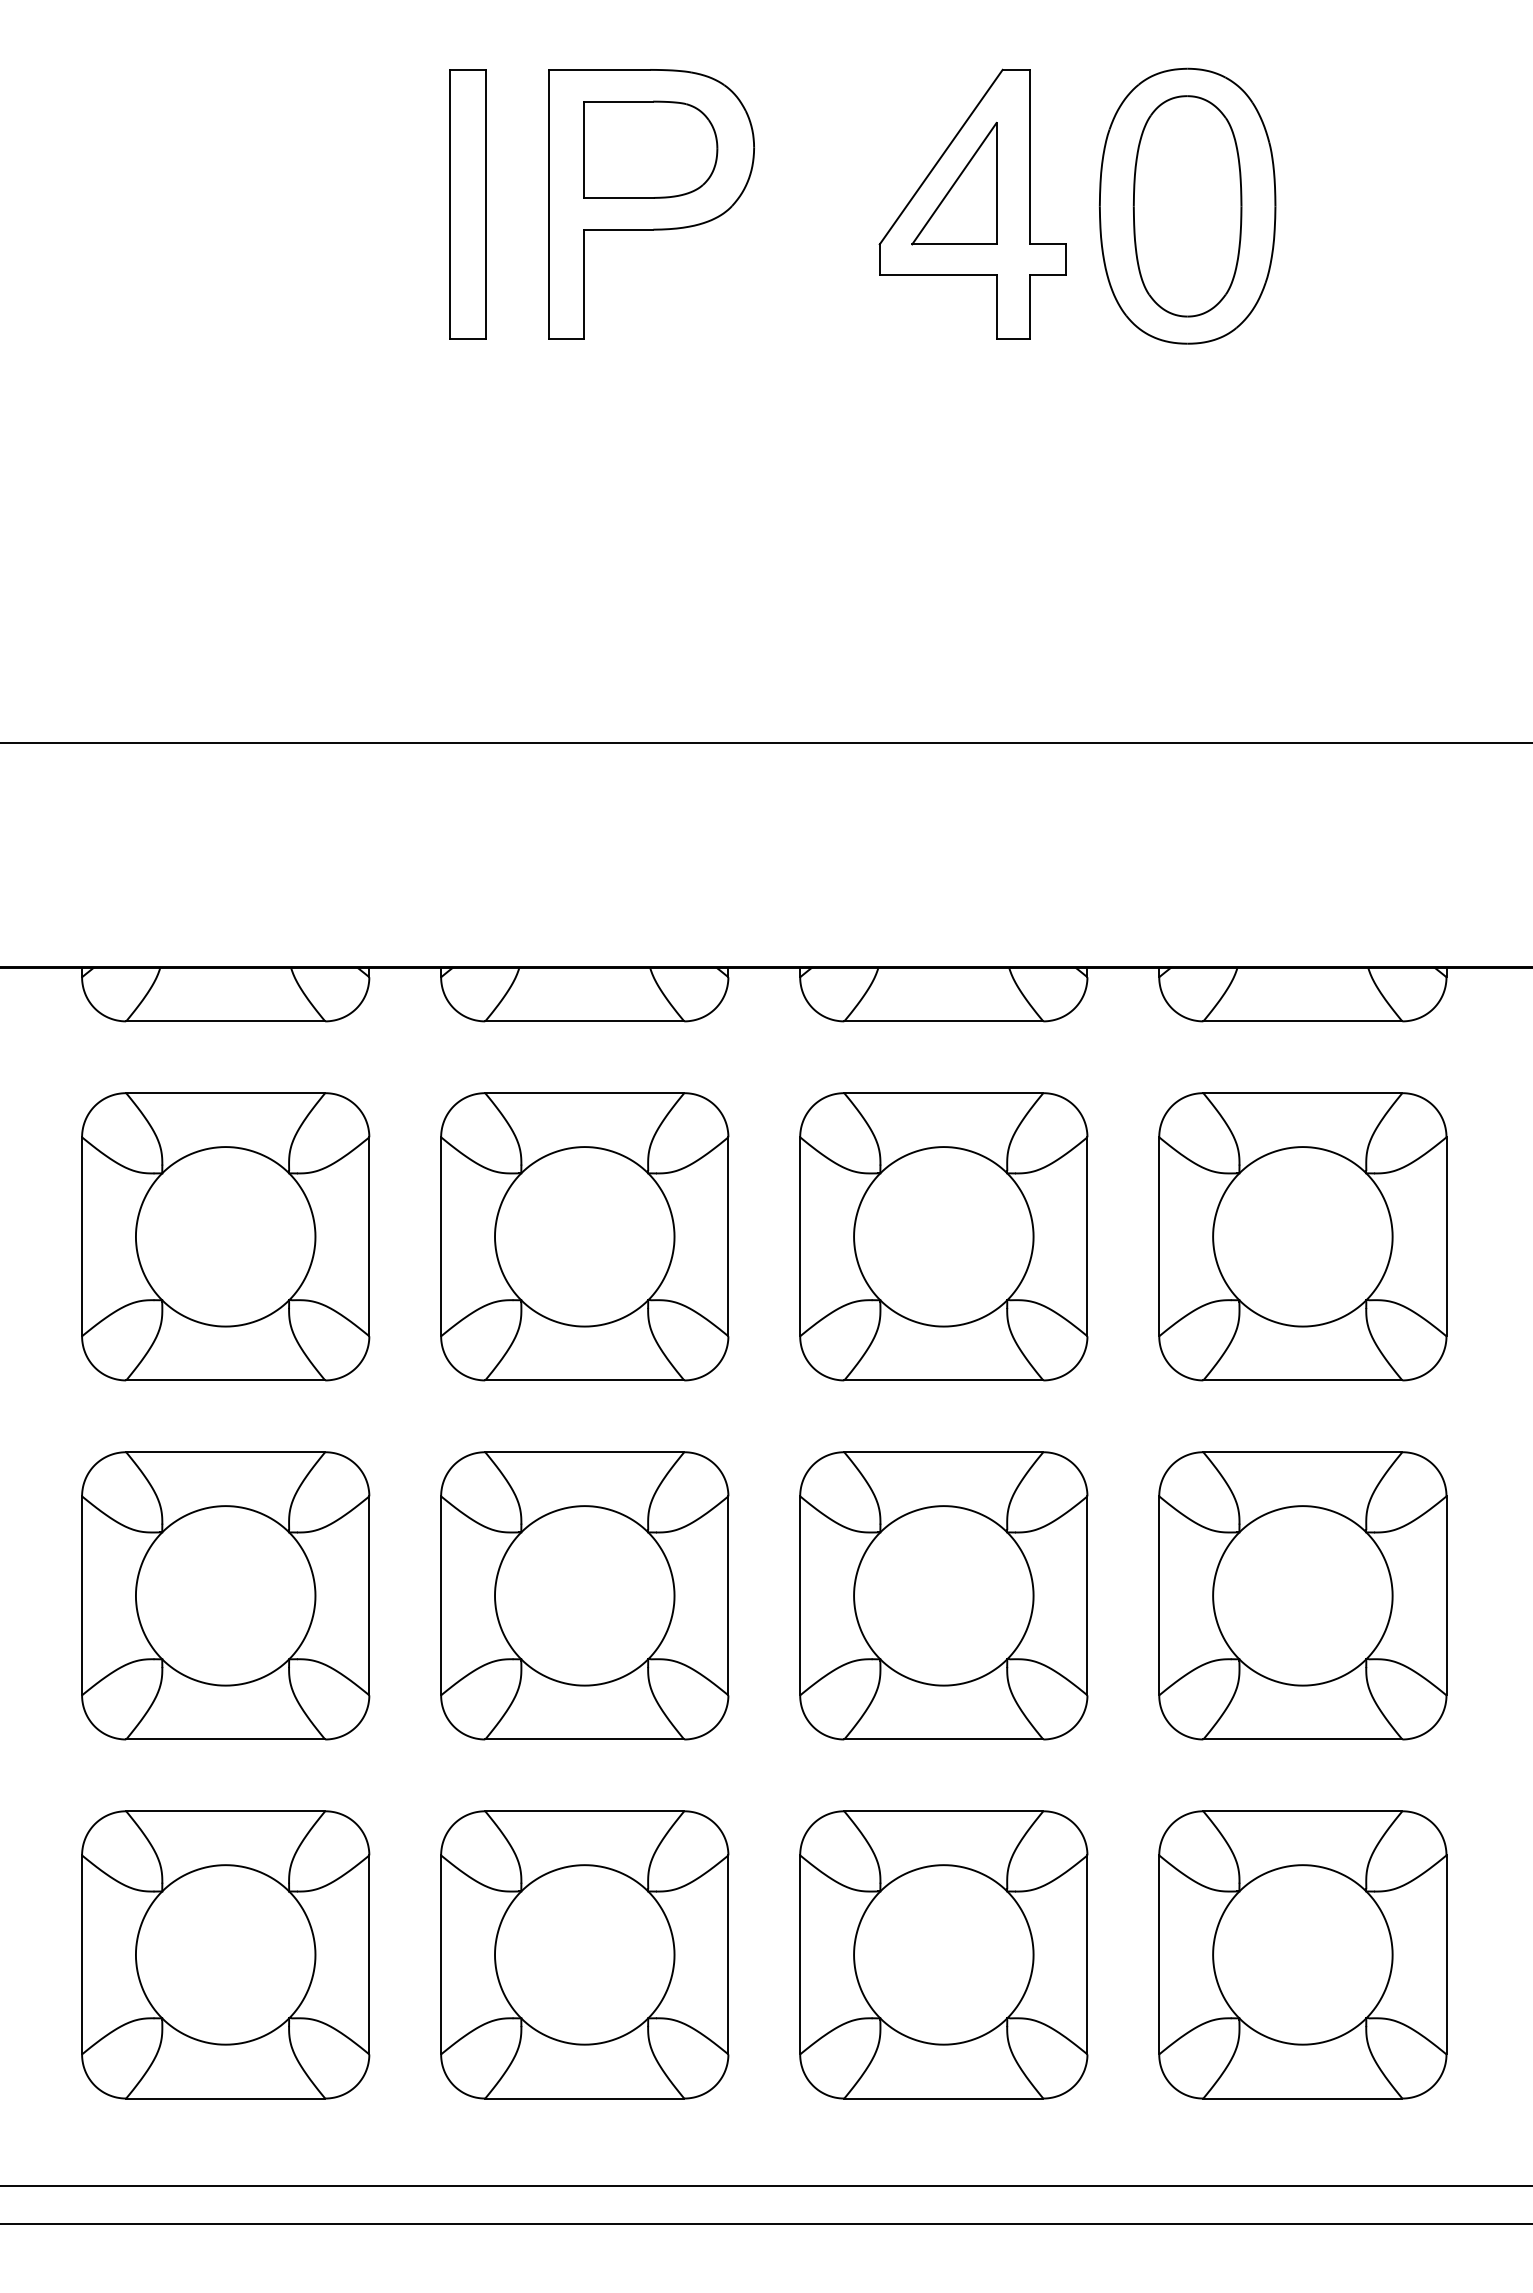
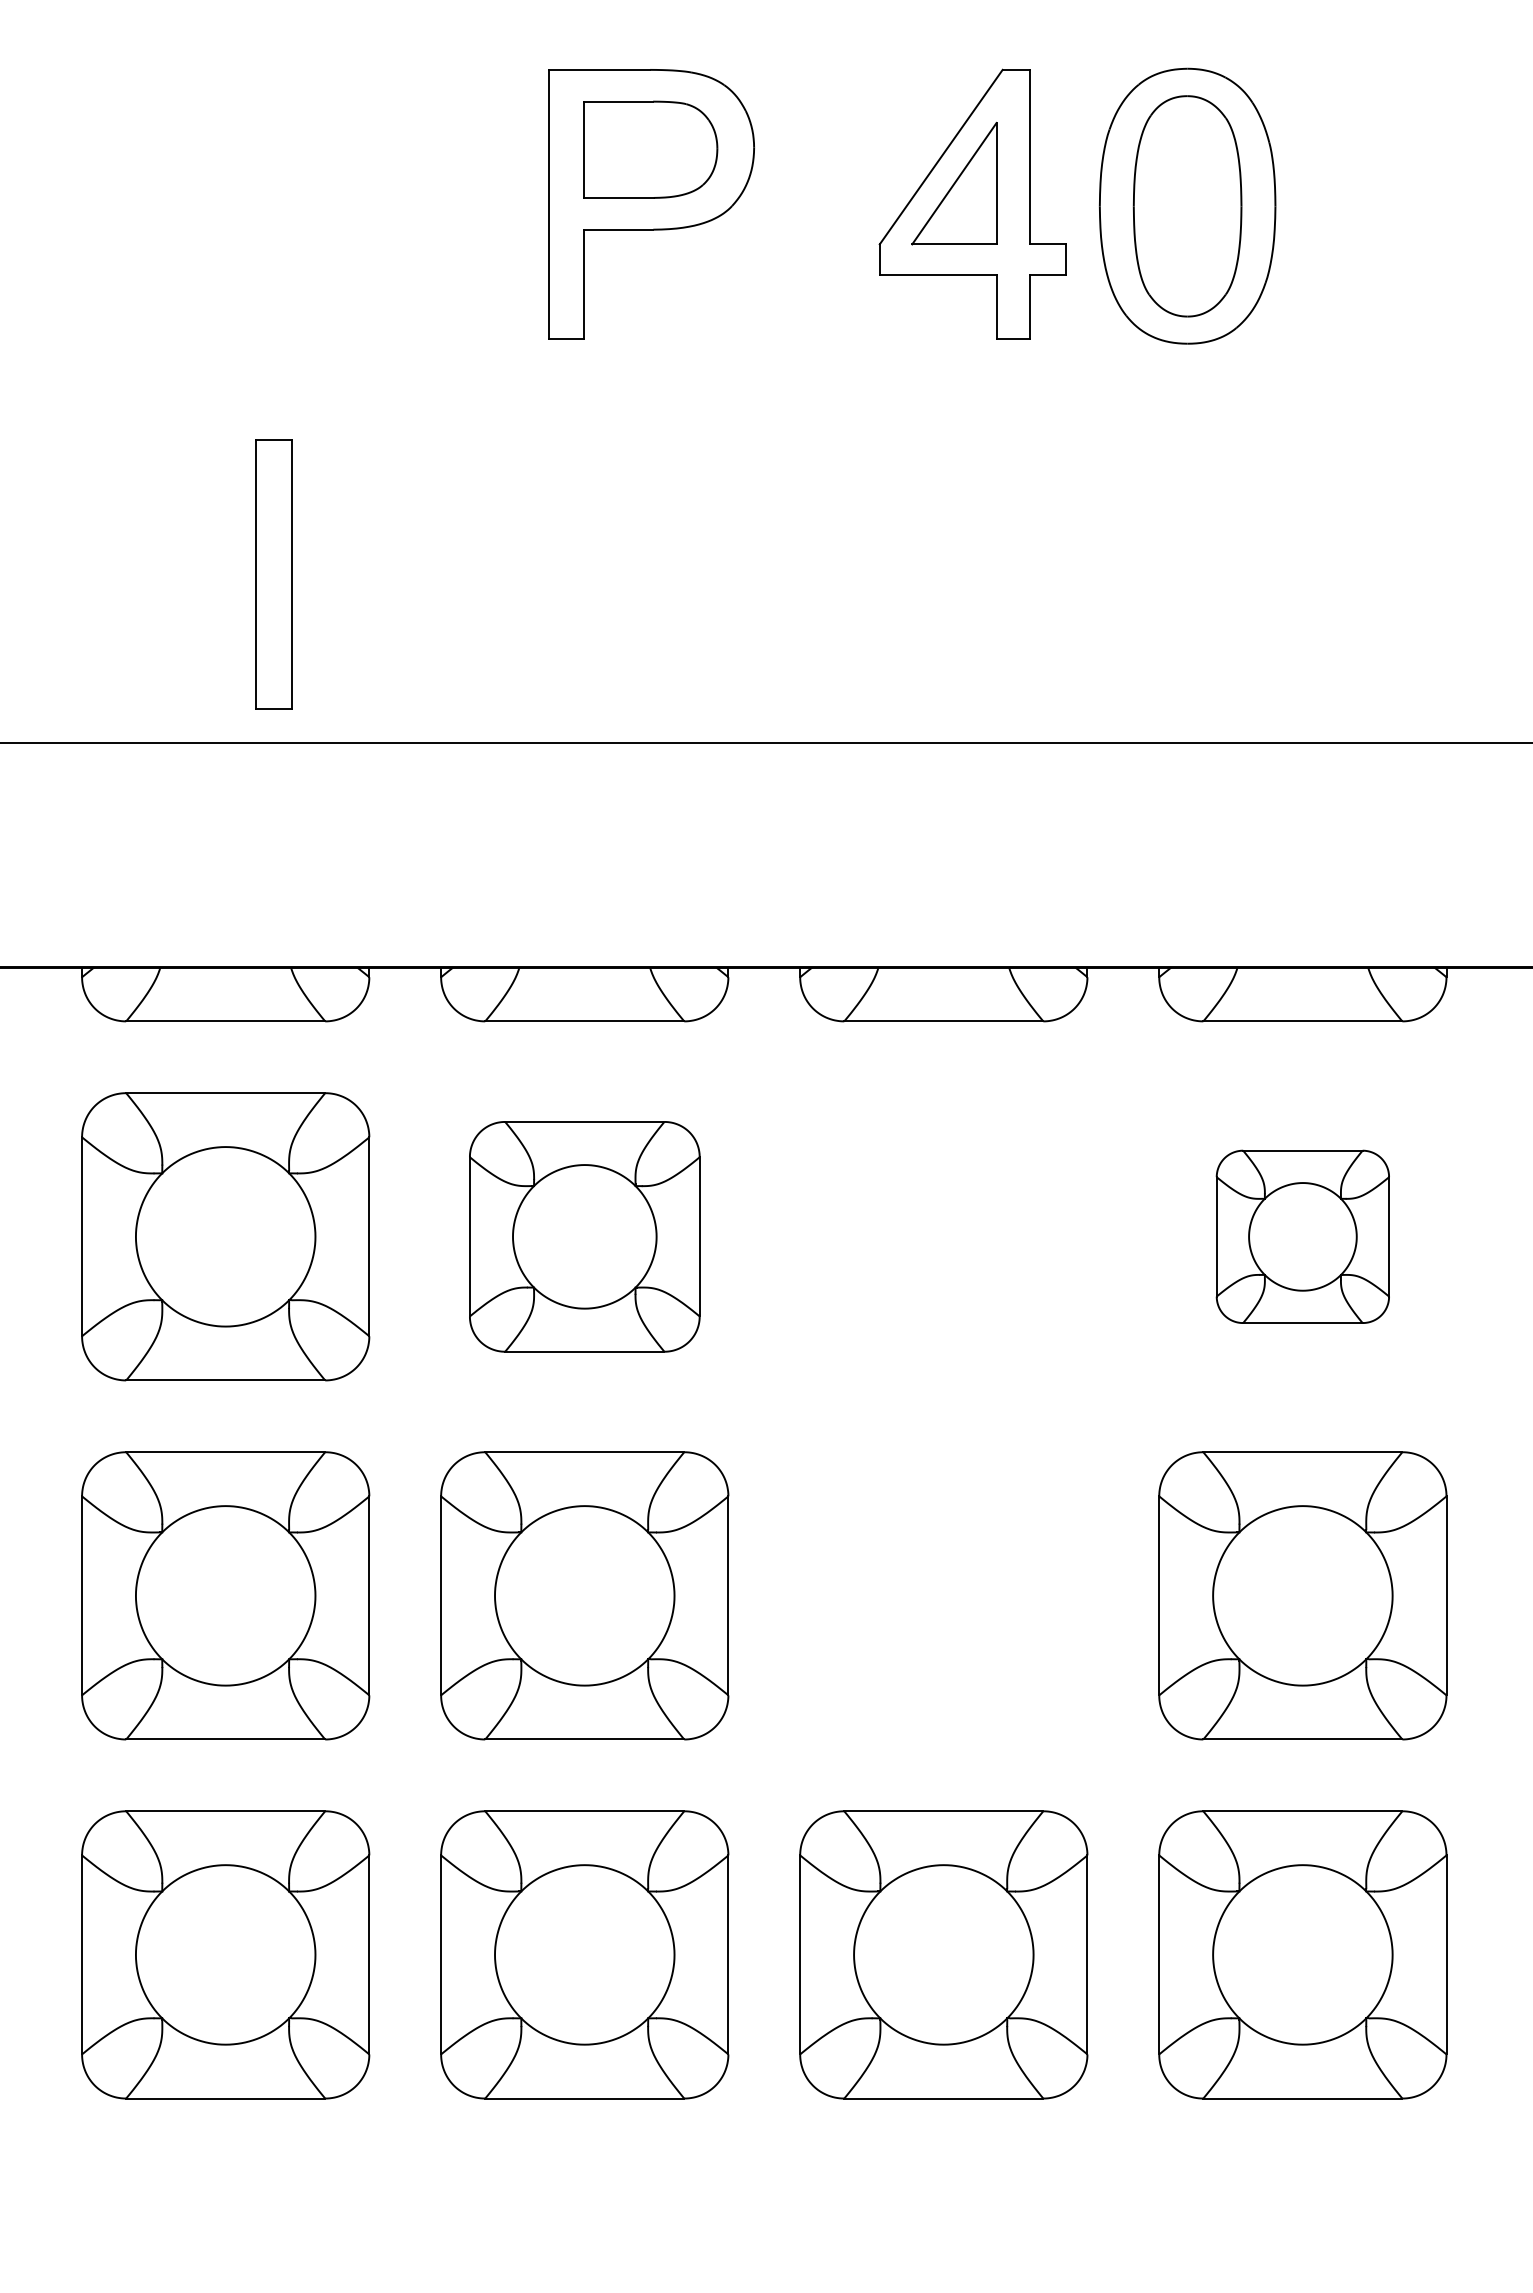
part at (467, 204) position: (467, 204) -> (273, 574)
part at (584, 1236) size: 290x290 px -> 232x232 px
part at (943, 1236): present -> none
part at (1302, 1236) size: 290x290 px -> 175x175 px
part at (943, 1595): present -> none
line at (765, 2186): present -> none
line at (765, 2224): present -> none
